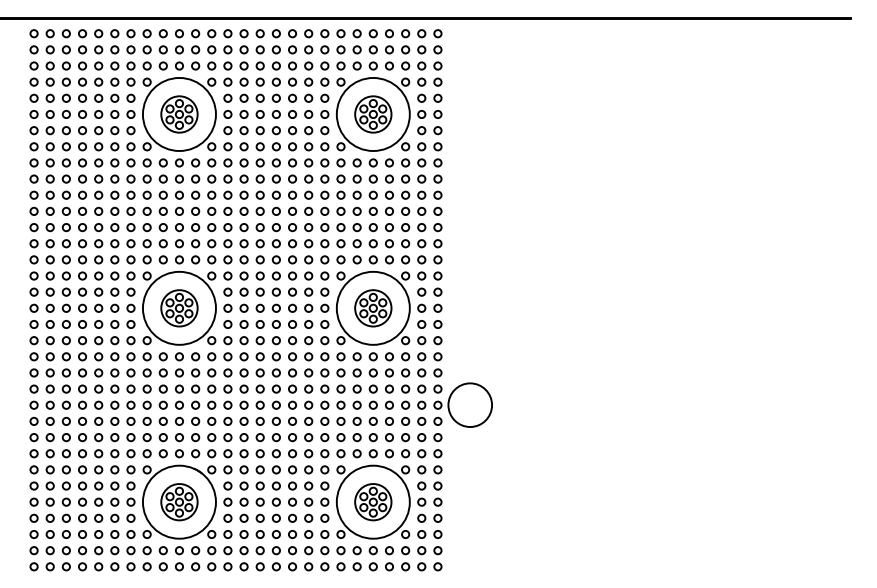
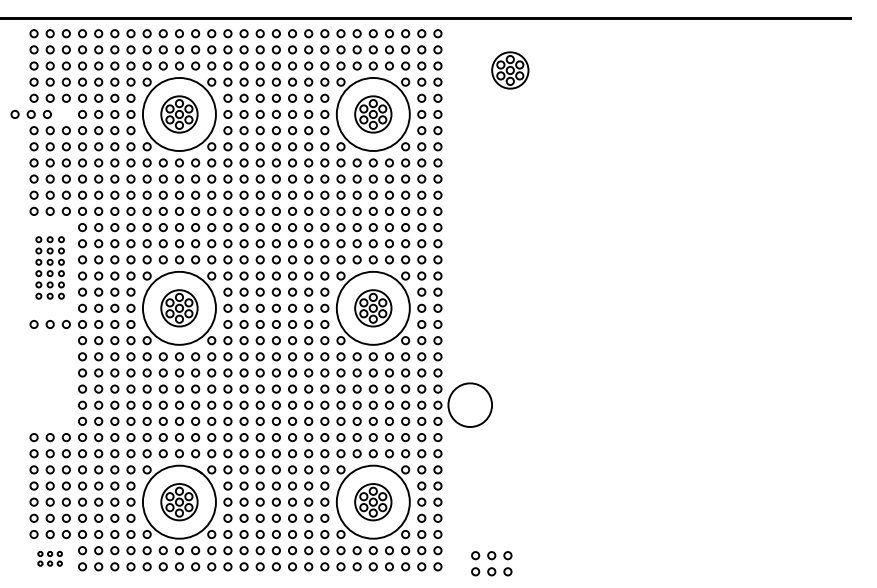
part at (510, 70): none -> present
part at (49, 114) position: (49, 114) -> (30, 114)
part at (49, 267) size: 42x90 px -> 30x64 px
part at (49, 380): present -> none
part at (49, 558) size: 42x26 px -> 26x16 px
part at (491, 563): none -> present
